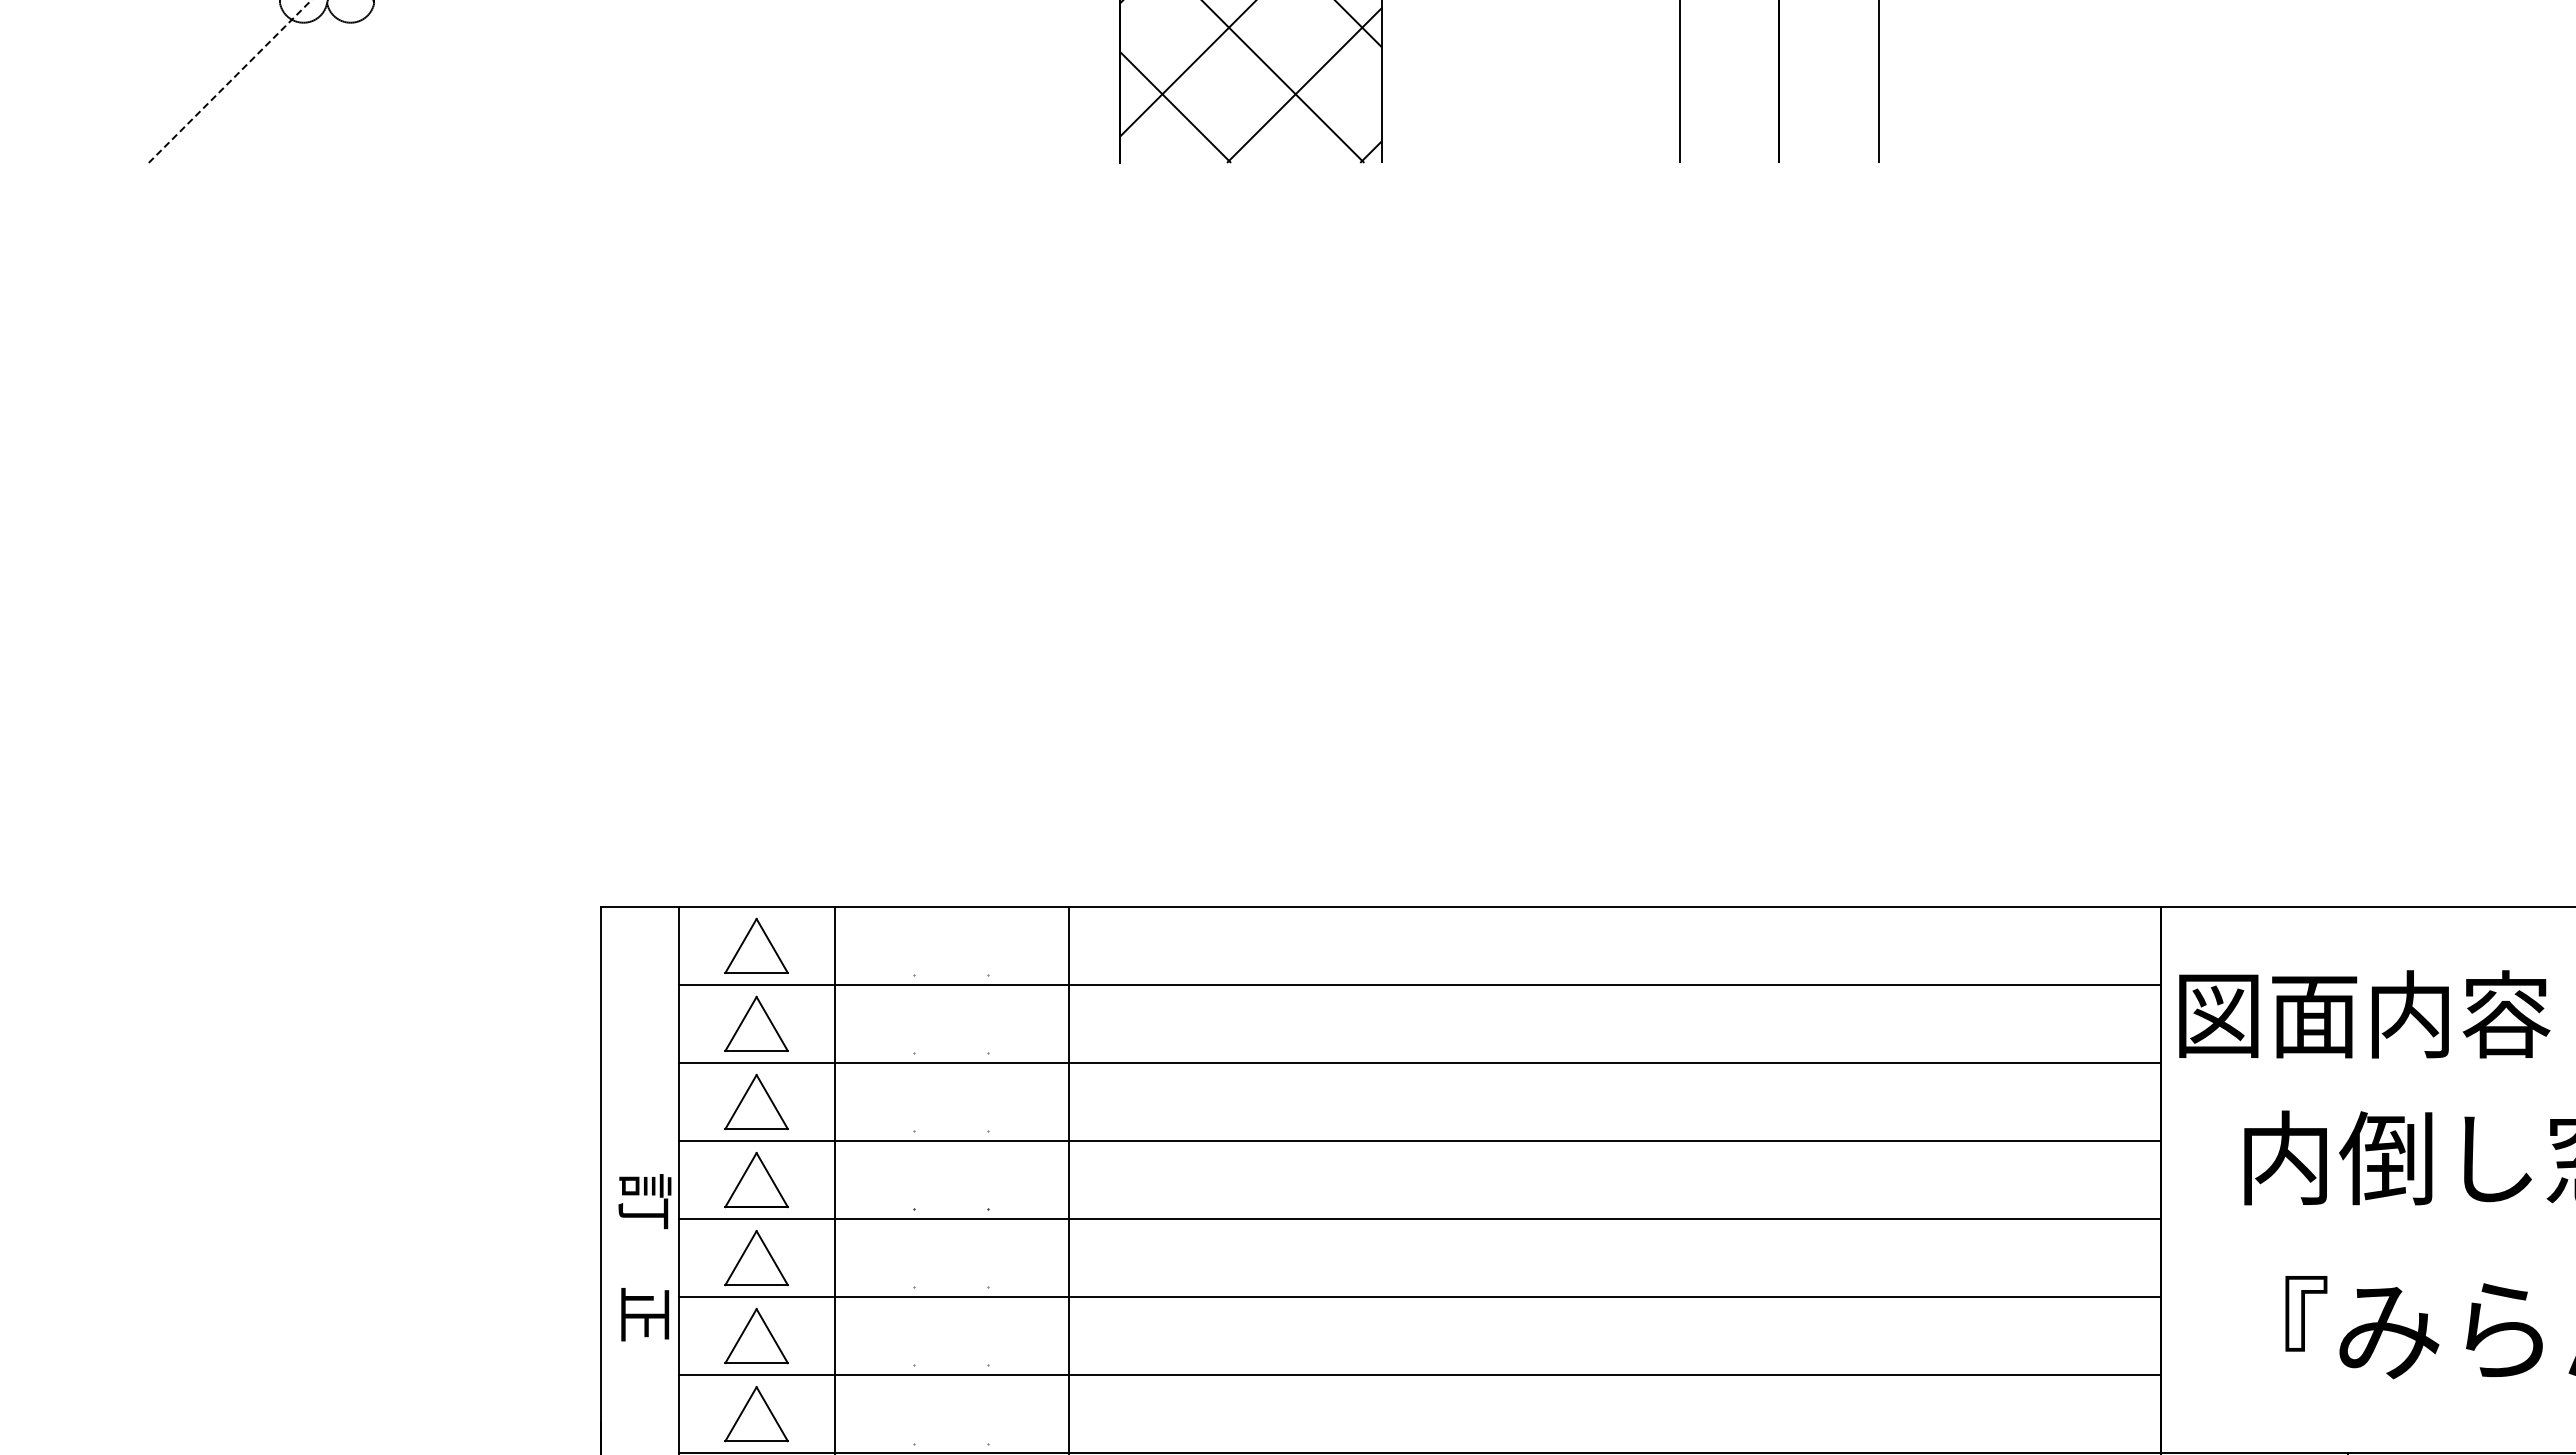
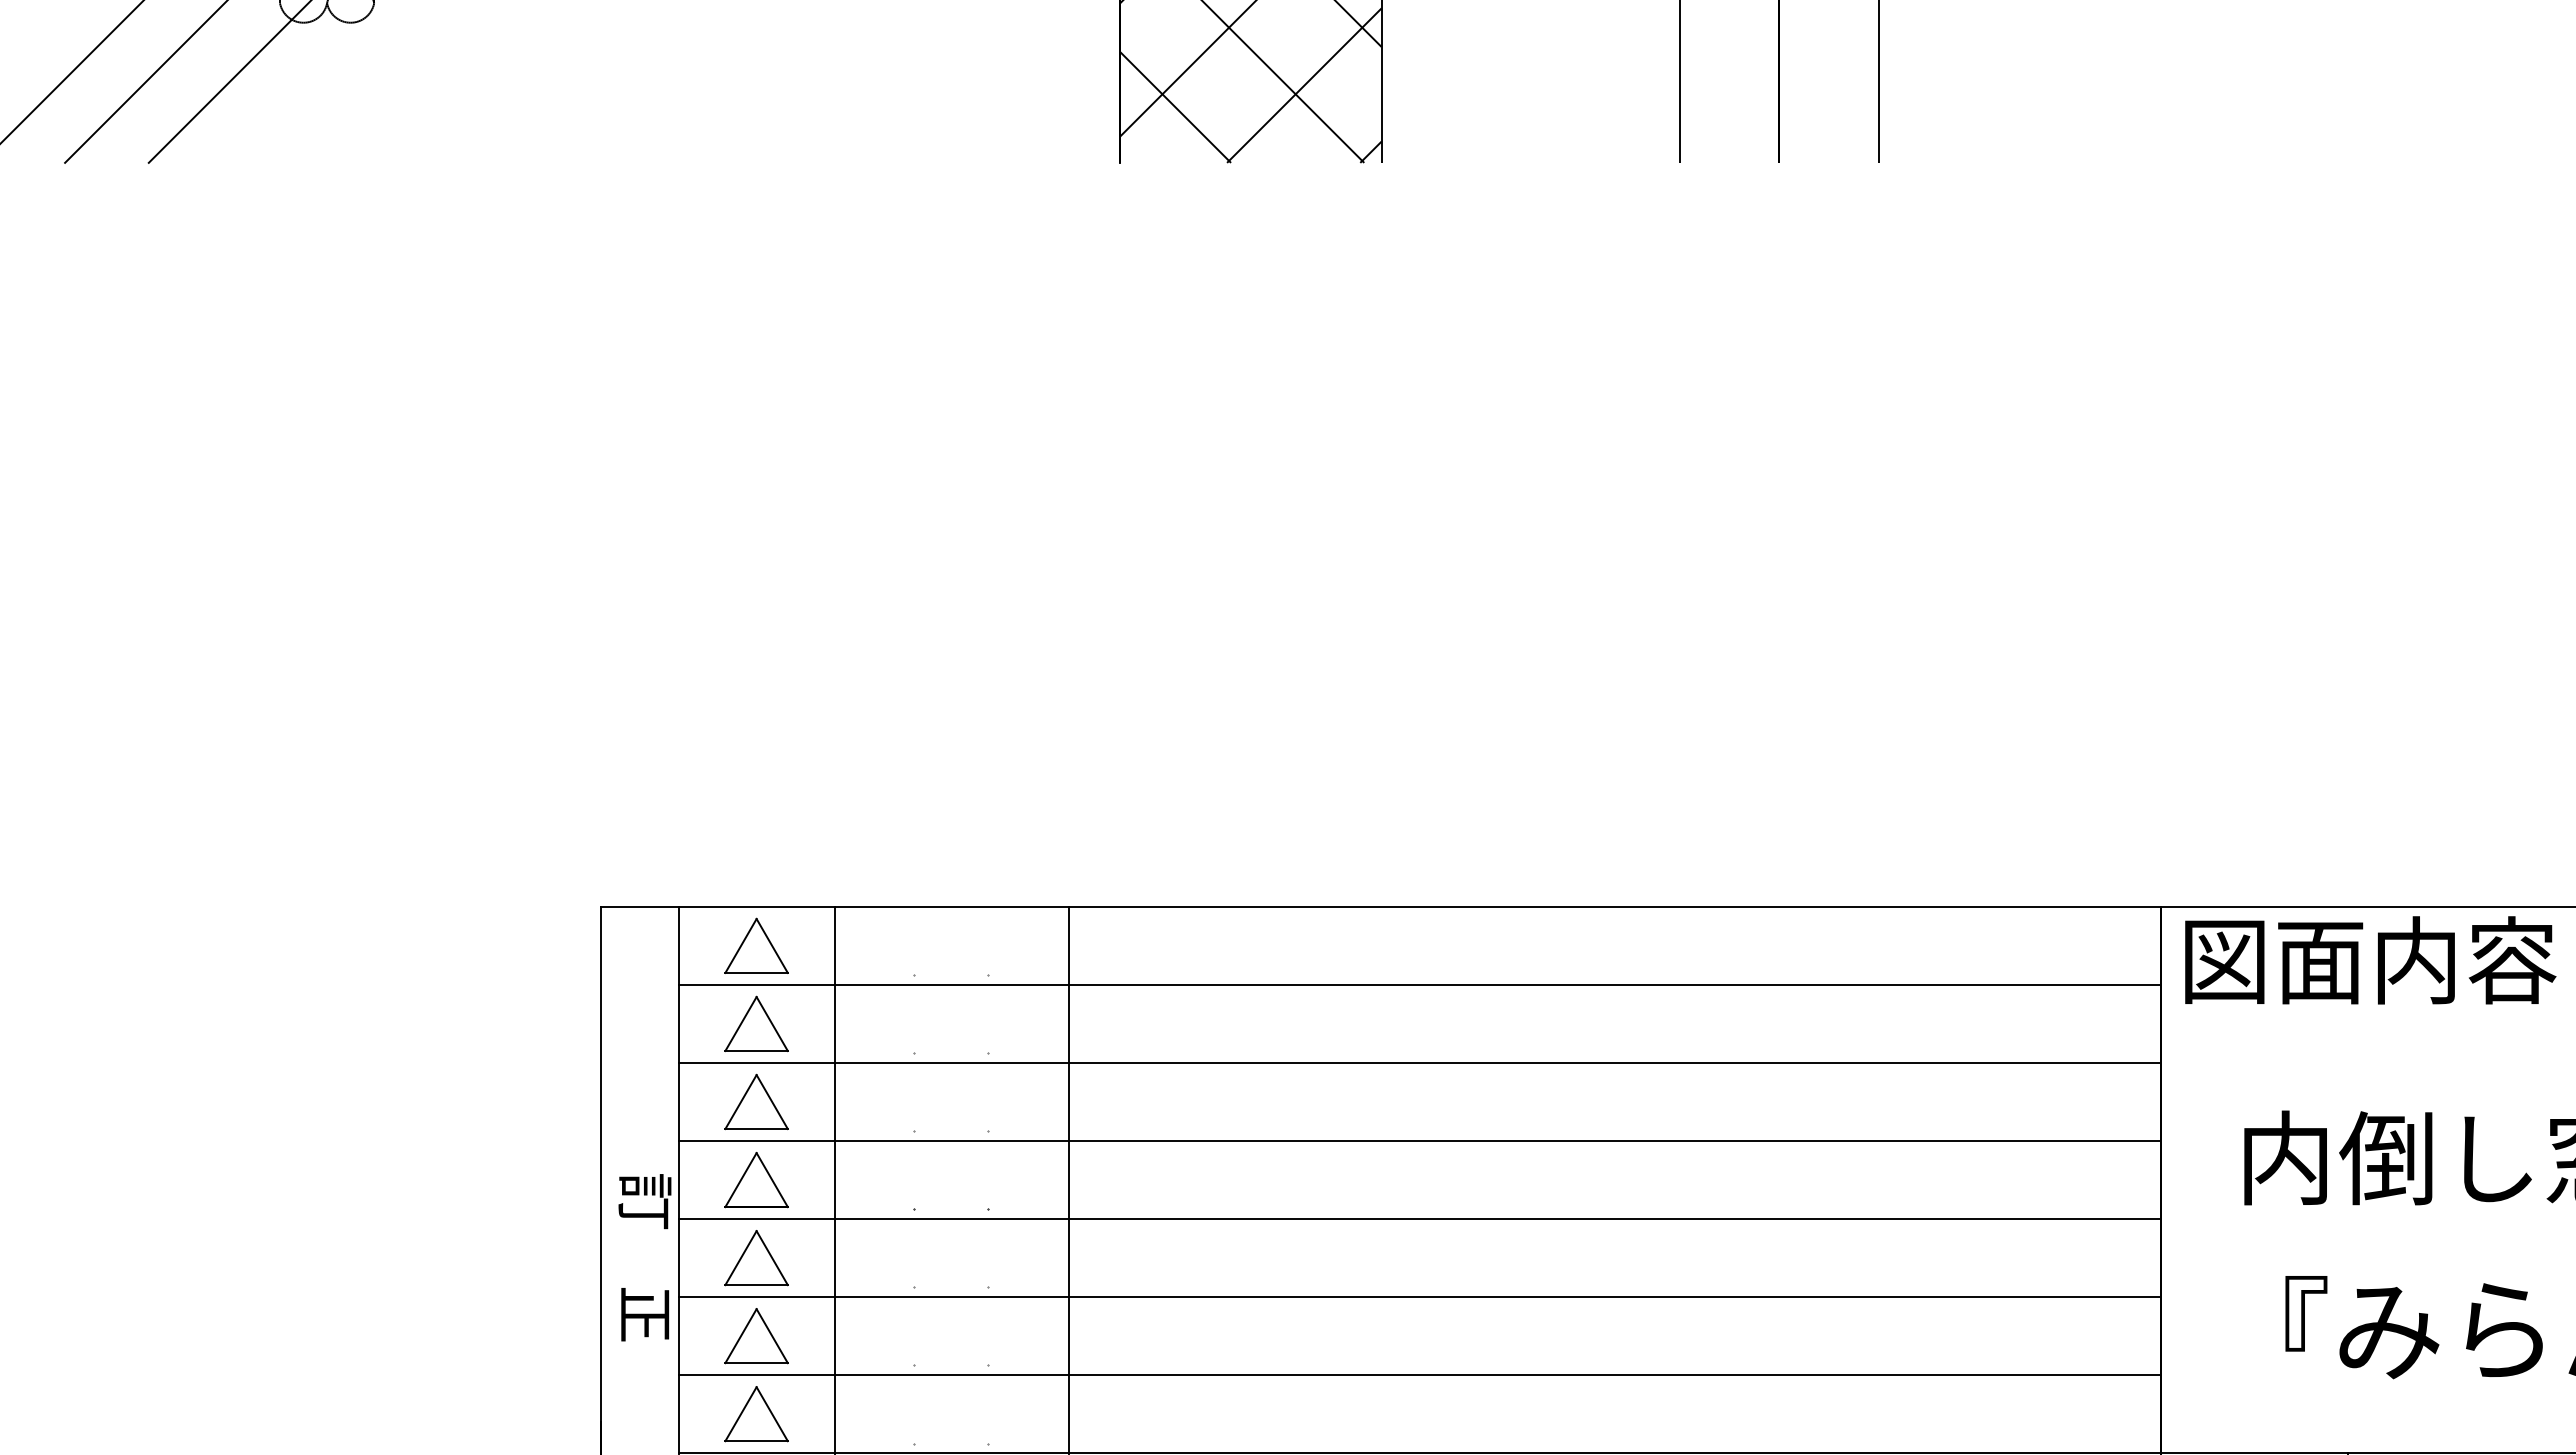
line at (71, 71): none -> present
line at (229, 81): dashed -> solid
line at (145, 82): none -> present
text at (2364, 1014) position: (2364, 1014) -> (2370, 960)
